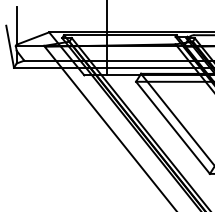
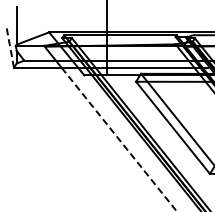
line at (10, 46): solid -> dashed
line at (119, 139): solid -> dashed
